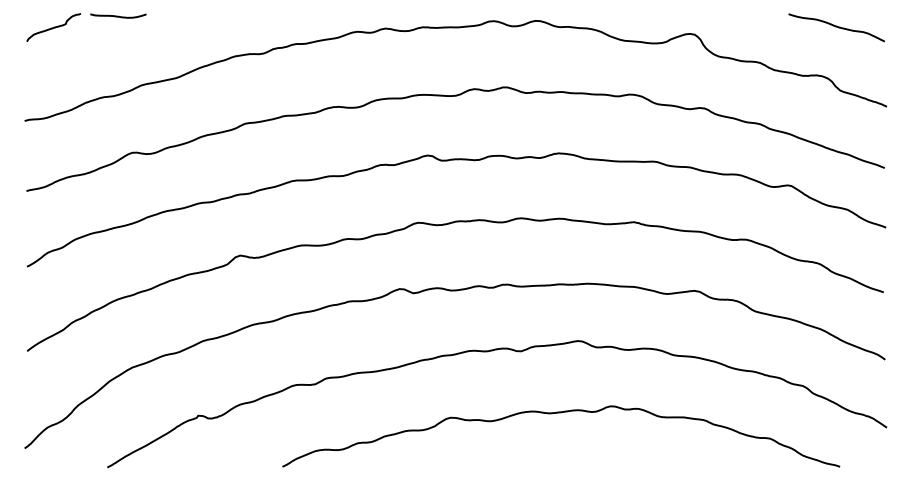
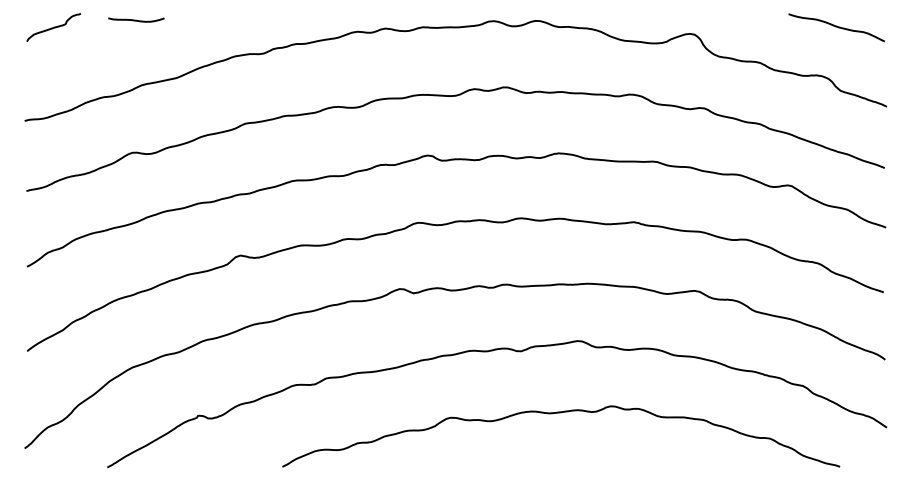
curve at (118, 15) position: (118, 15) -> (136, 19)
